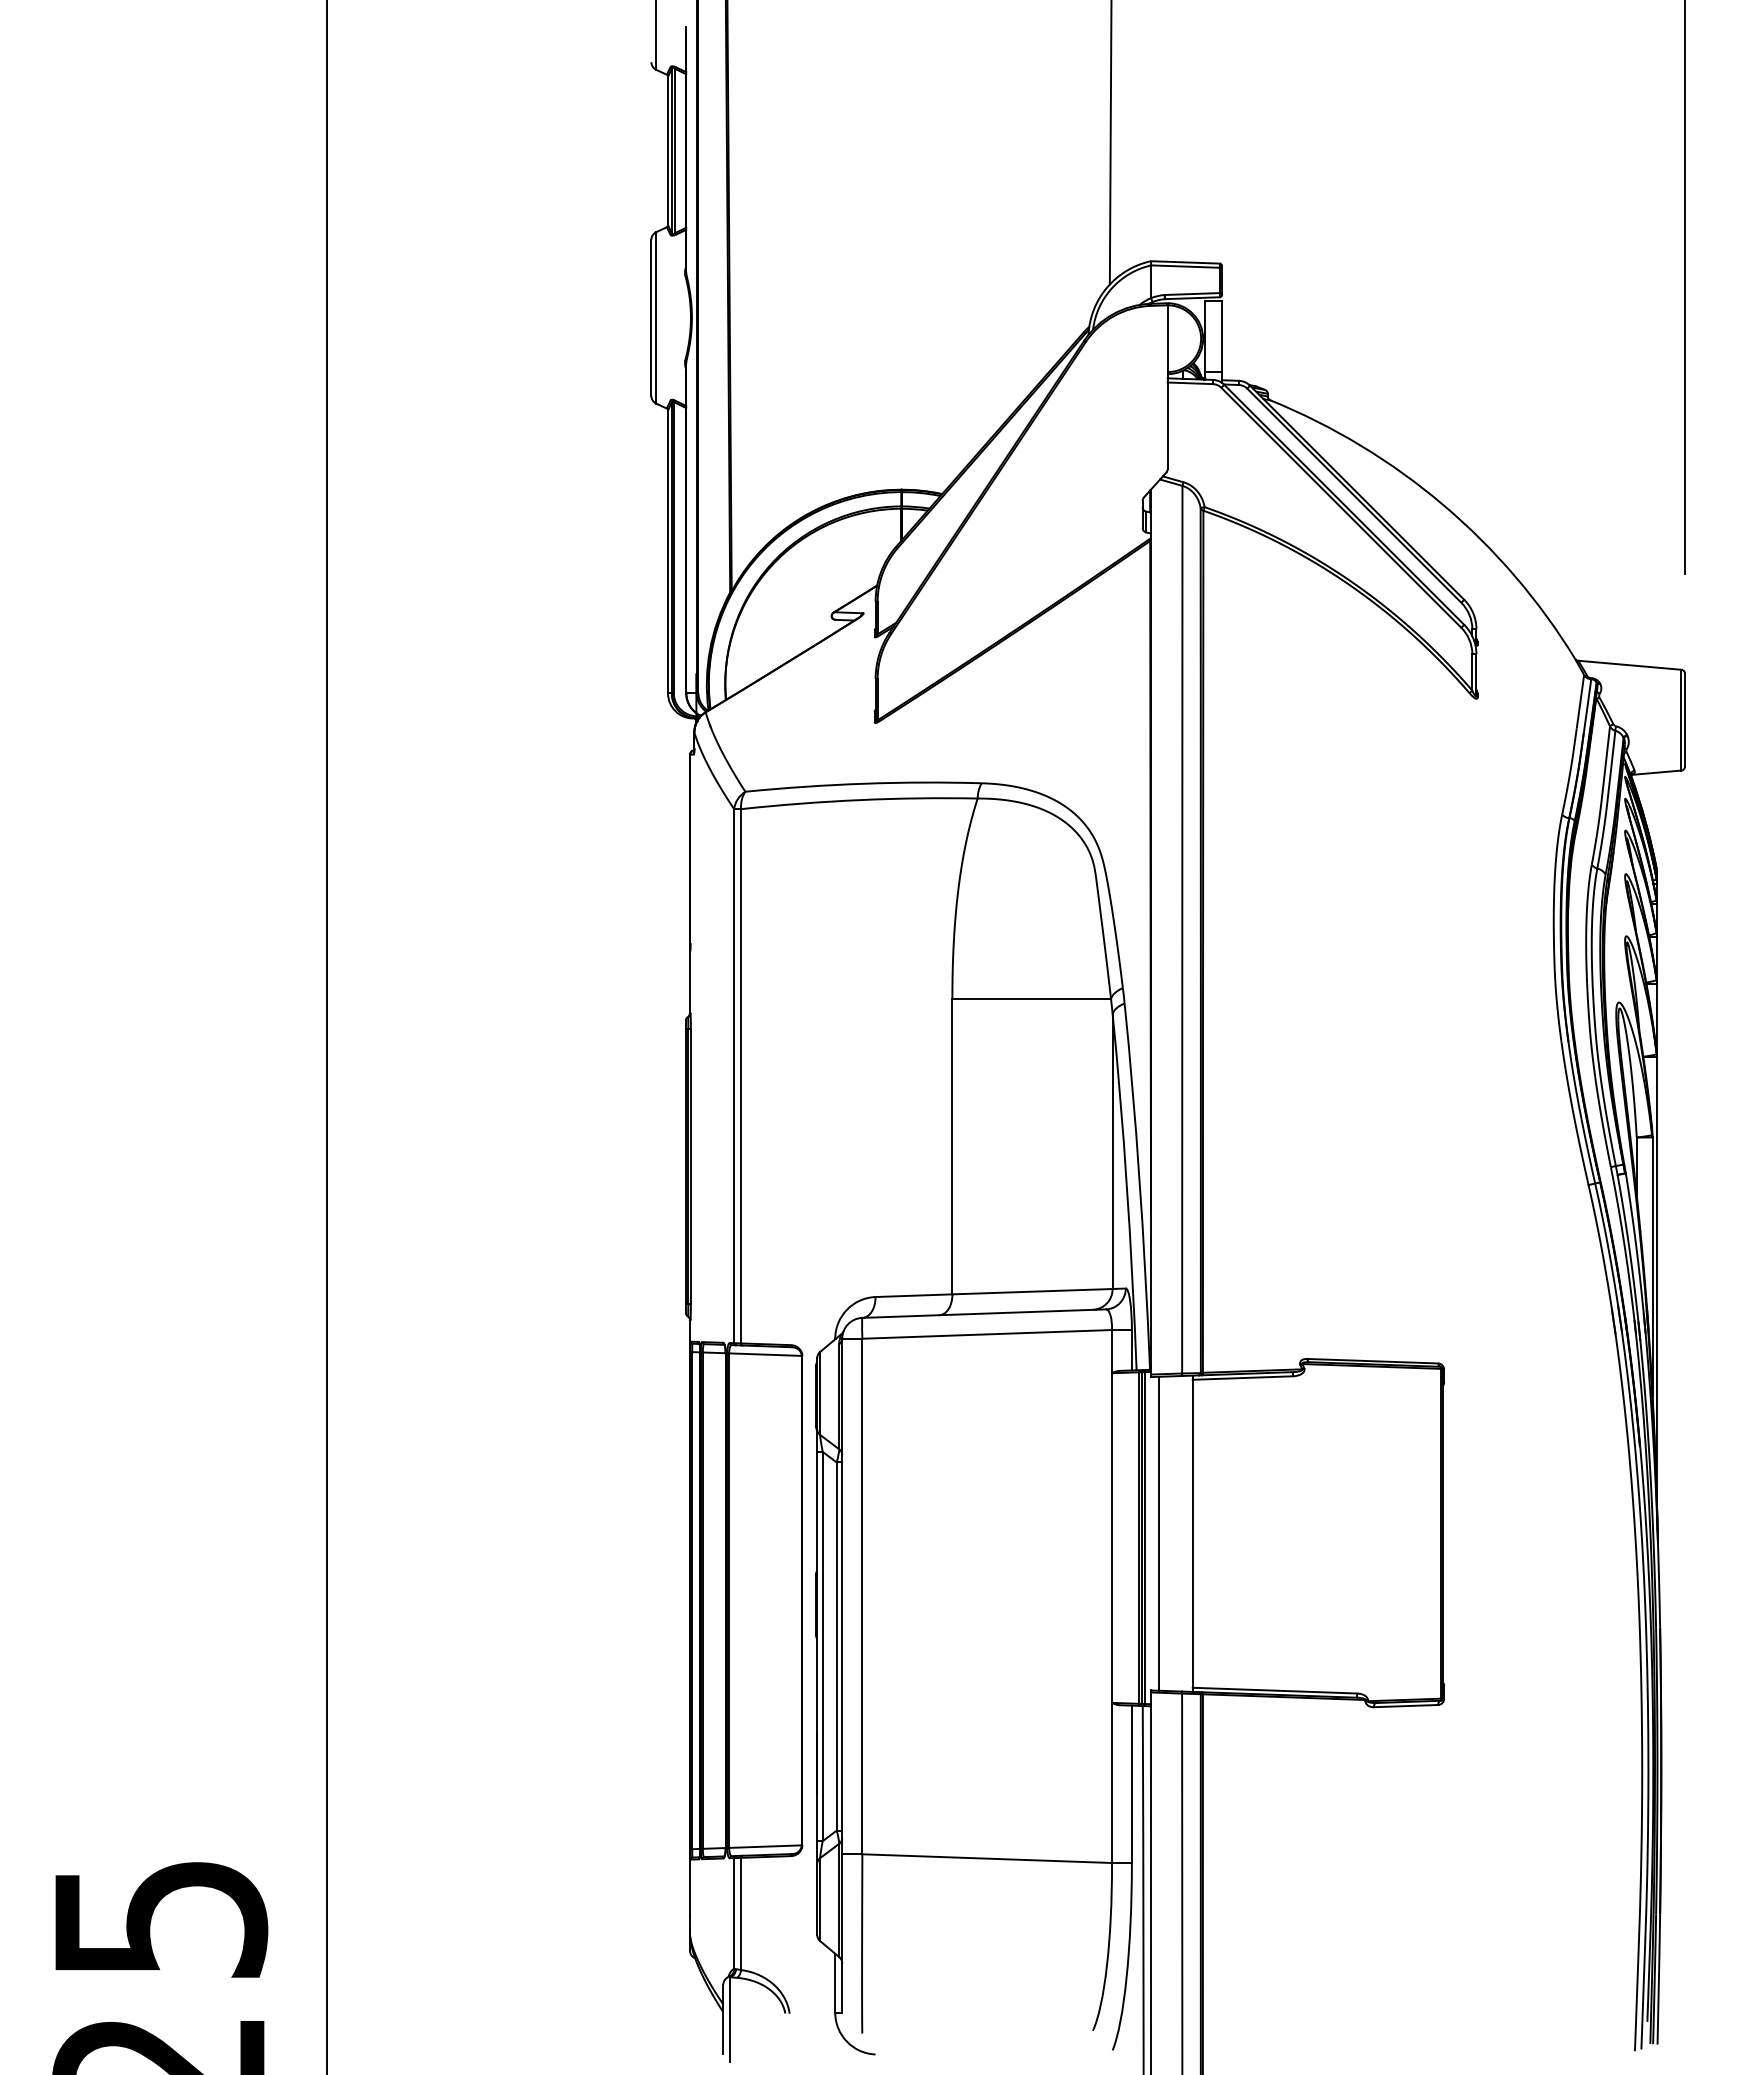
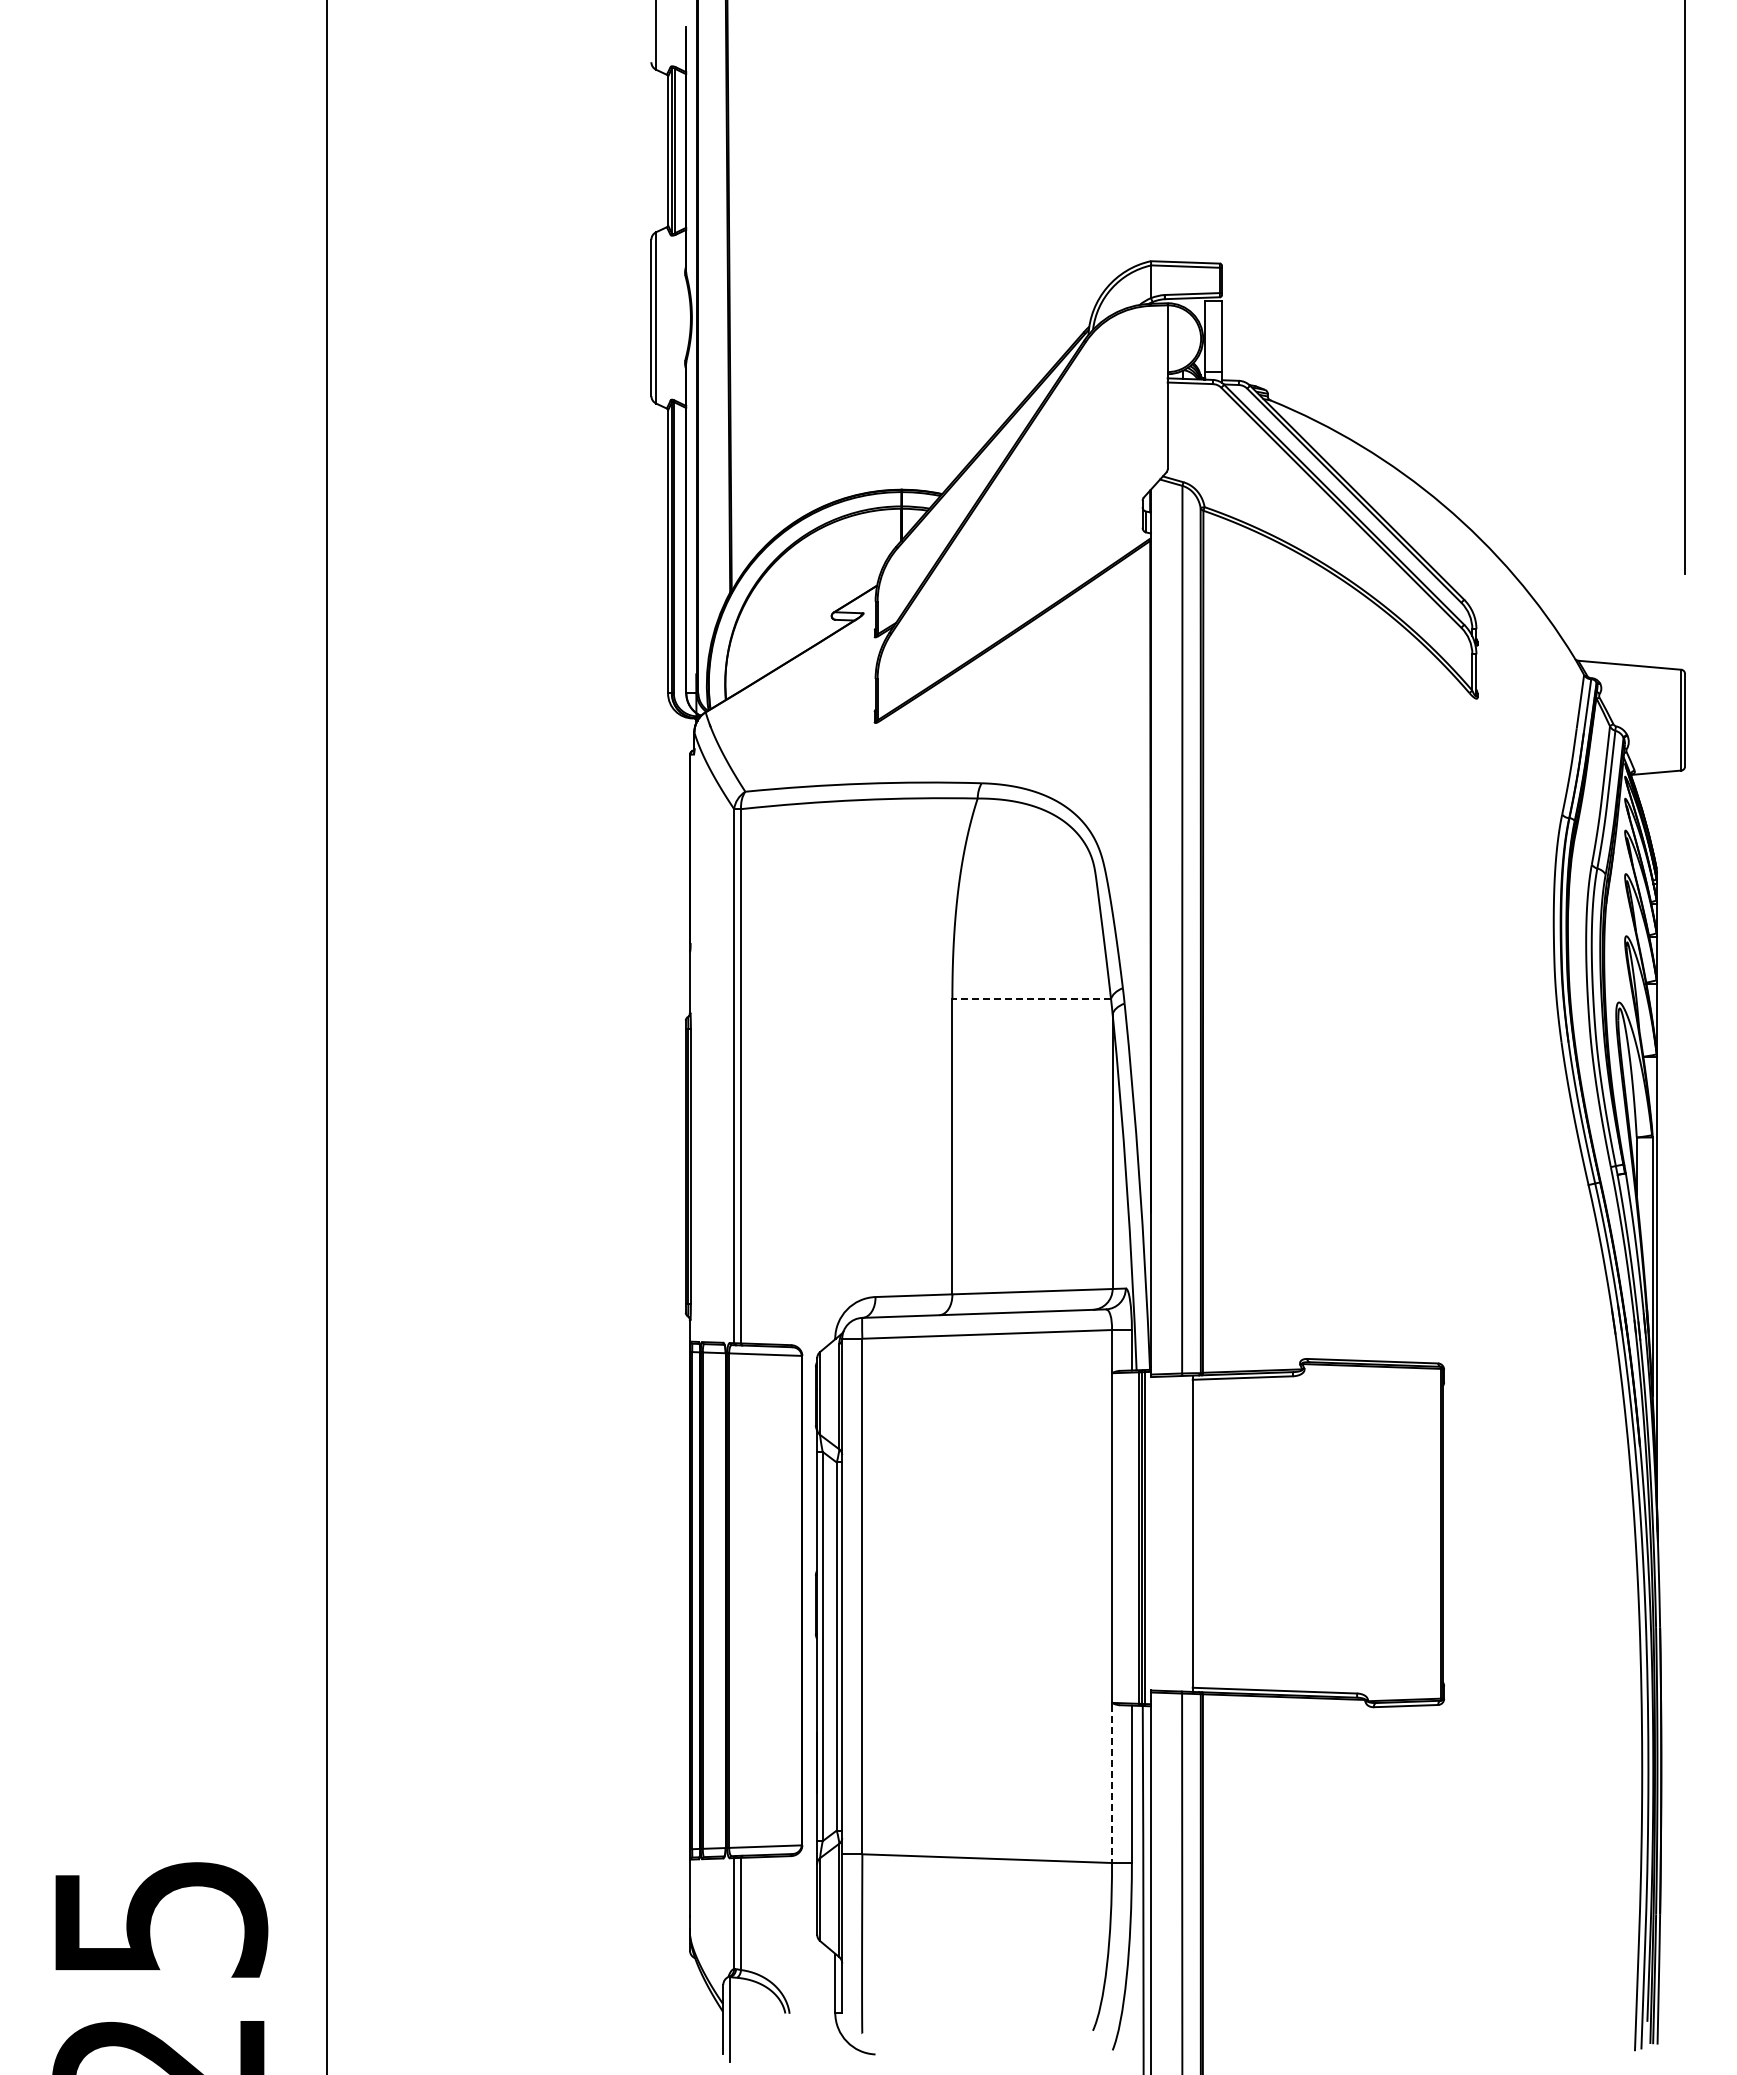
line at (1110, 143): present -> none
line at (1031, 999): solid -> dashed
line at (1159, 1533): present -> none
line at (1111, 1784): solid -> dashed
